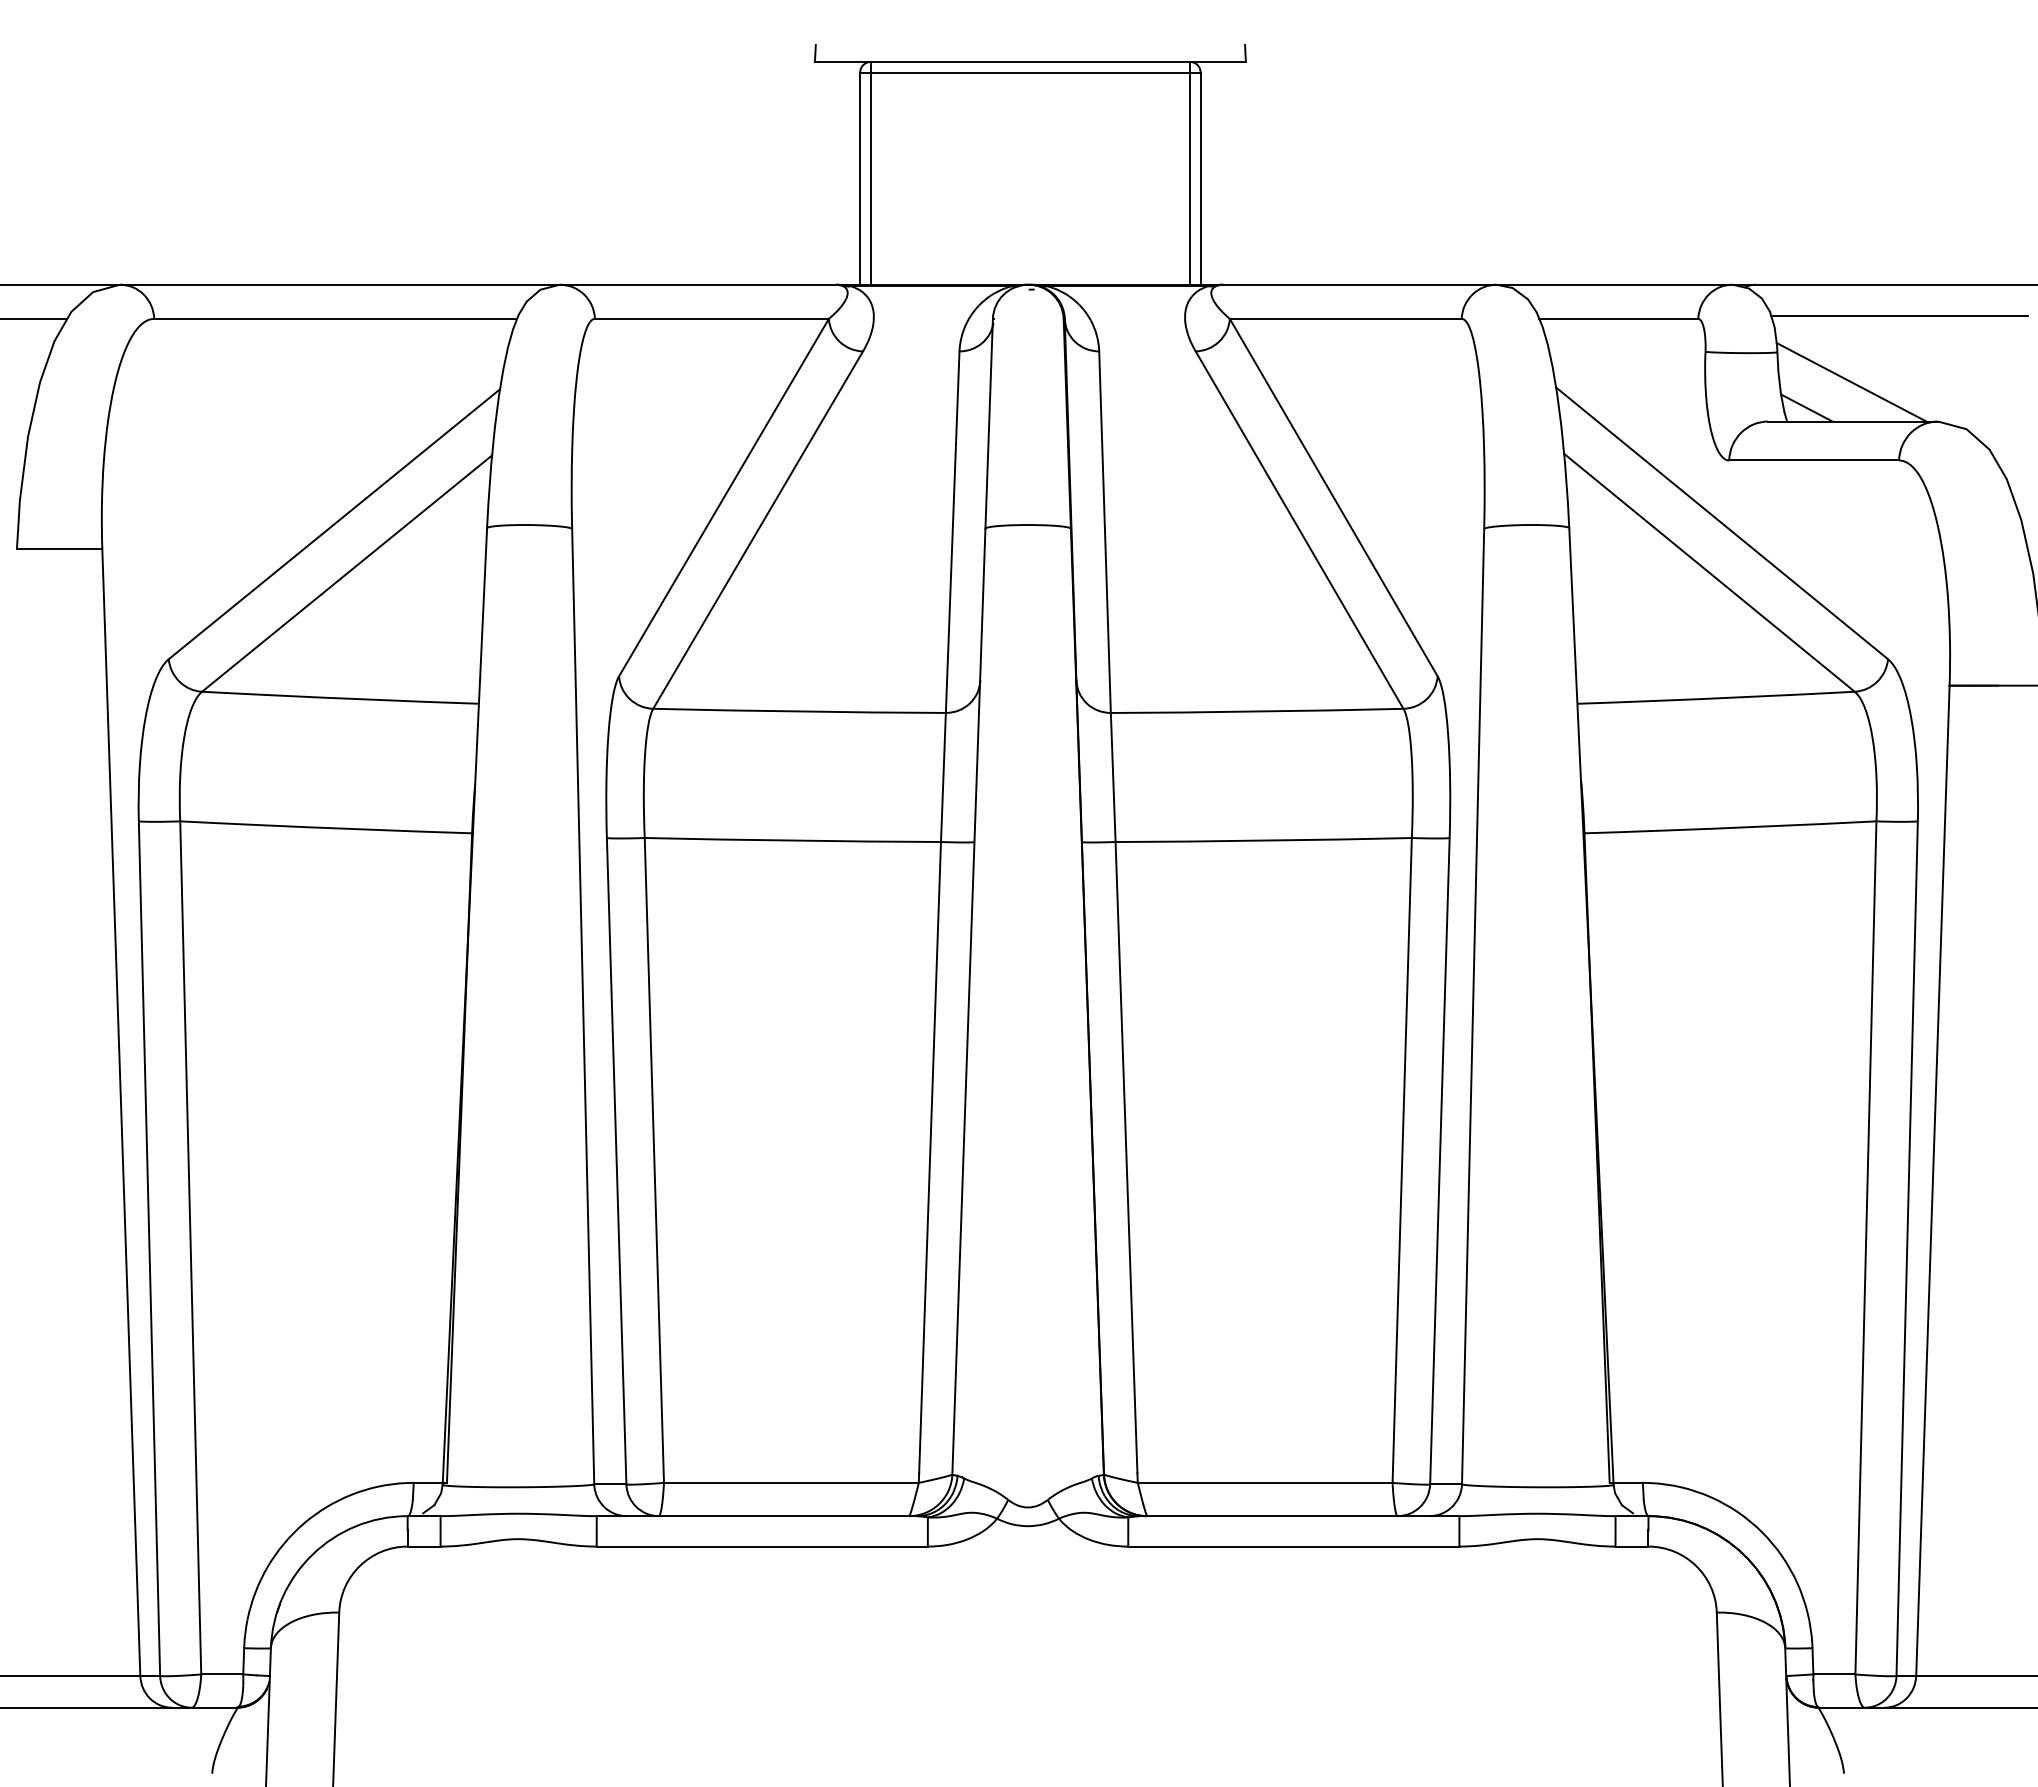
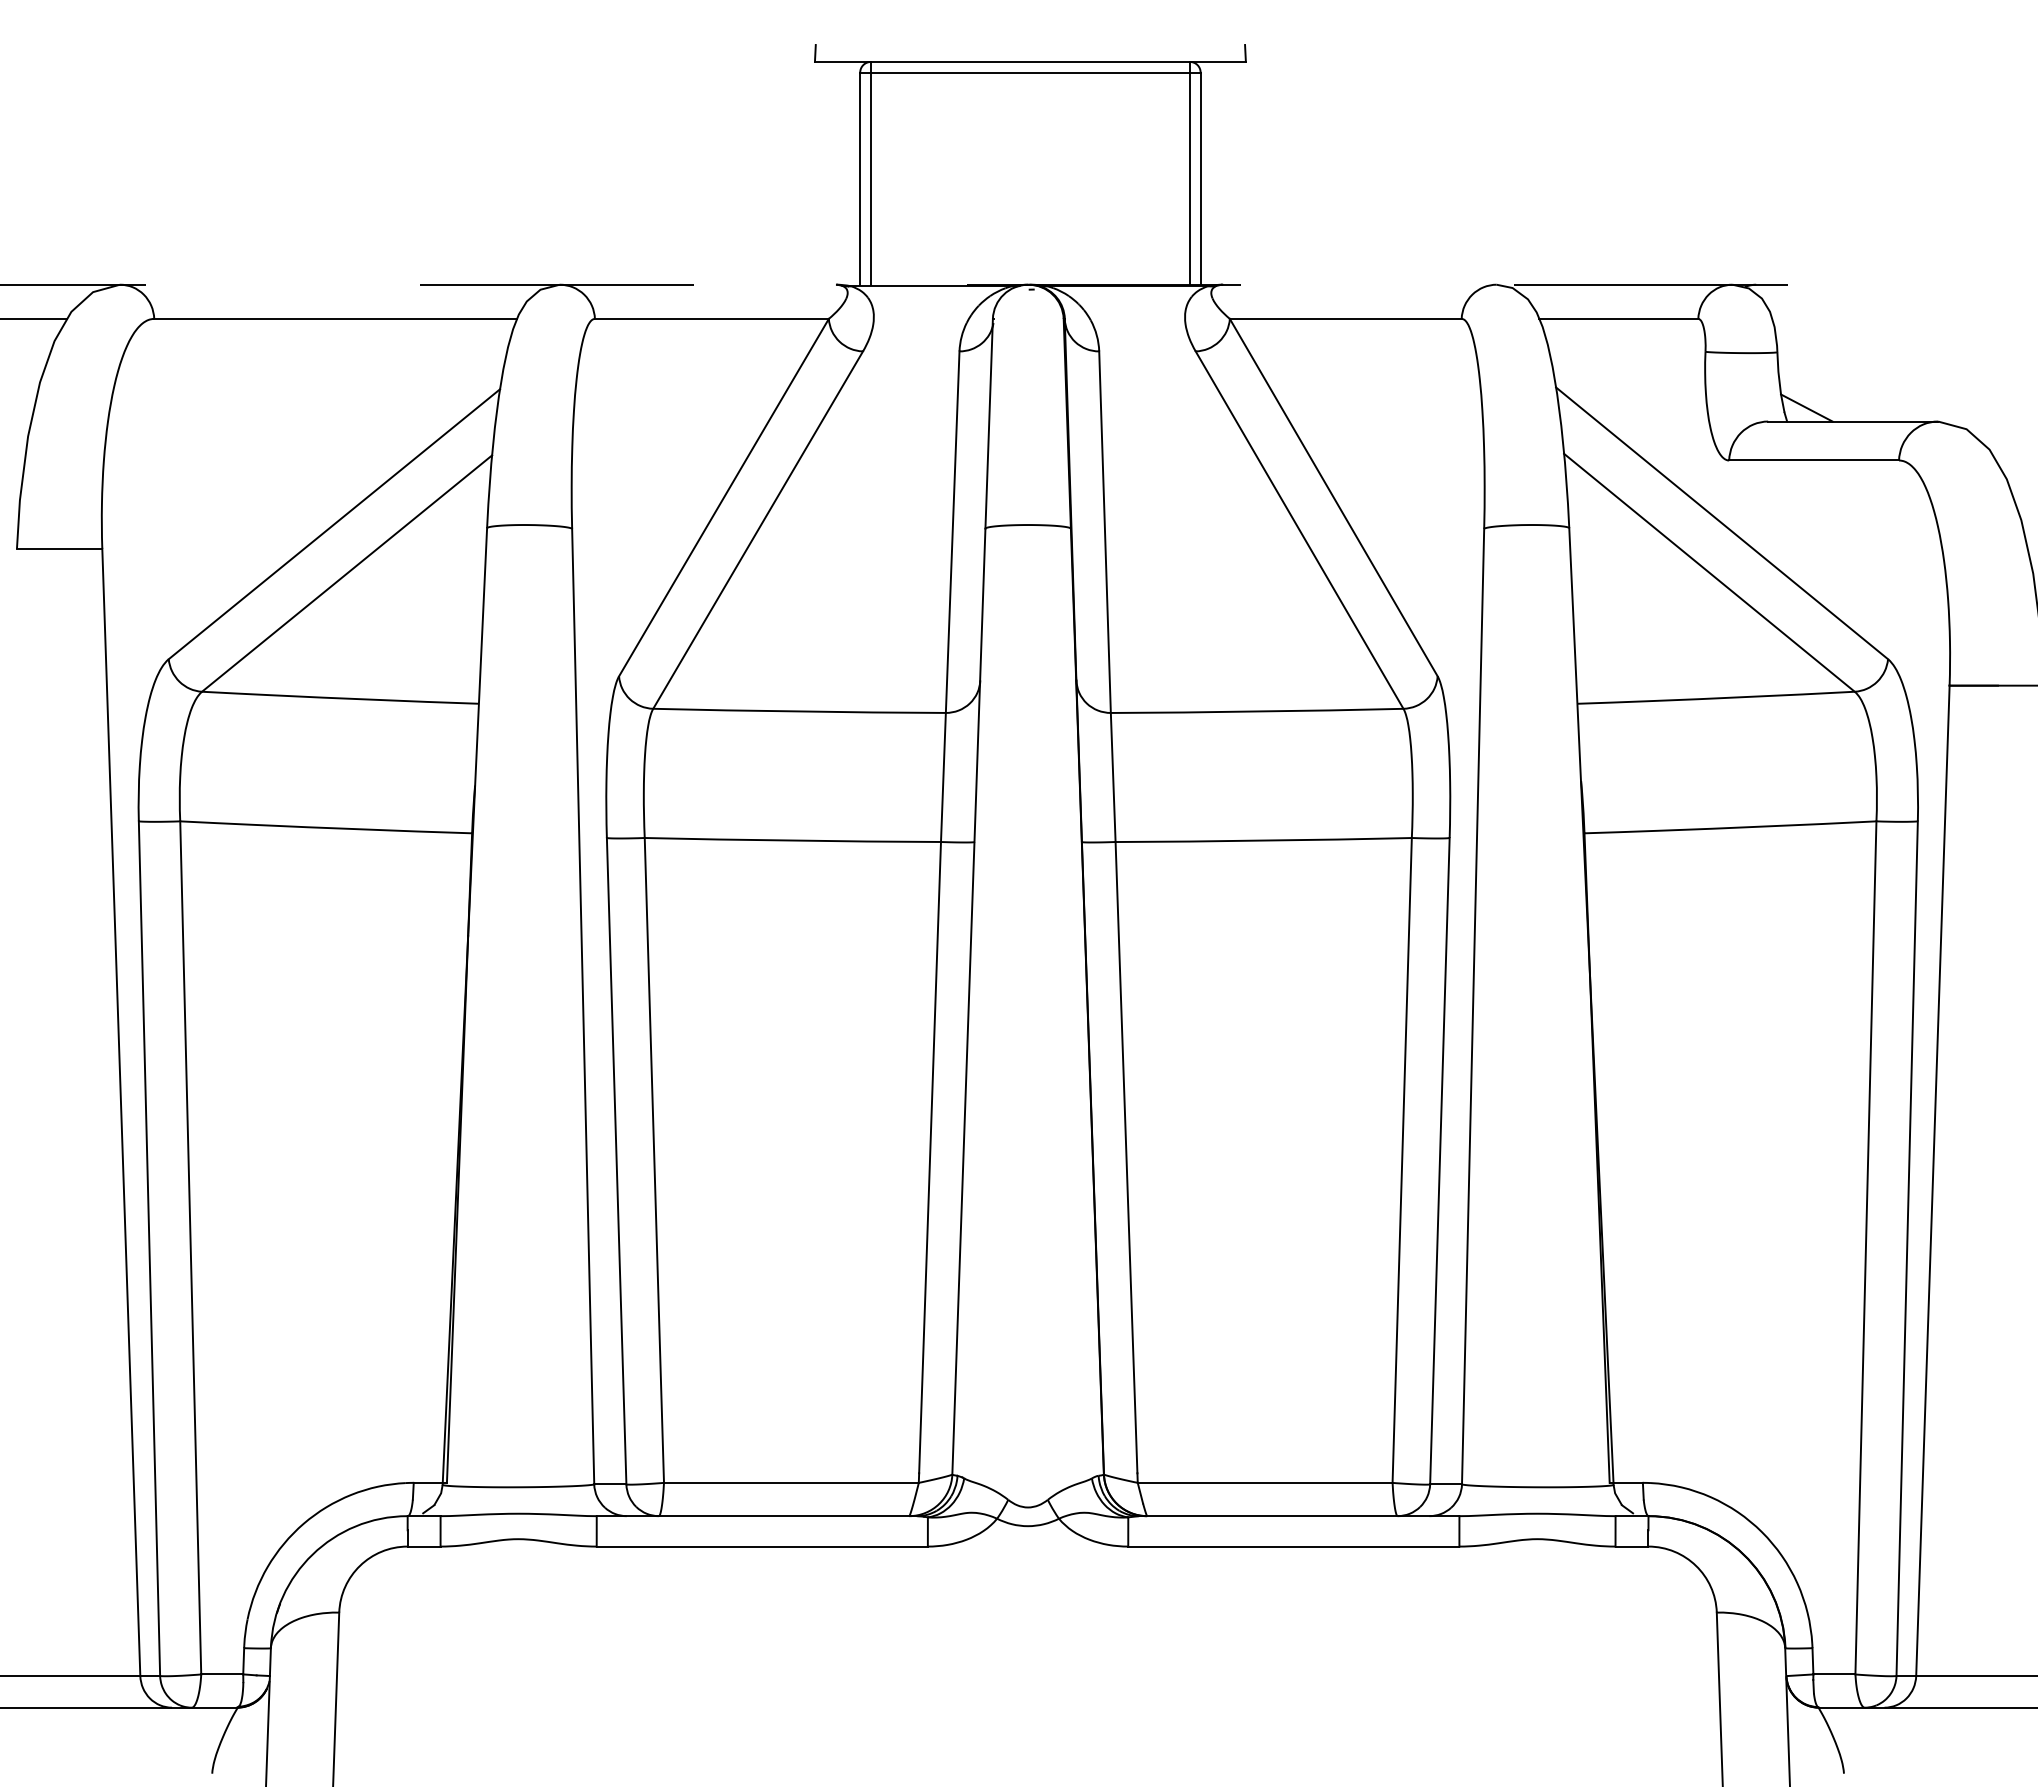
line at (1018, 284): solid -> dashed
line at (1899, 316): present -> none
line at (1851, 382): present -> none
